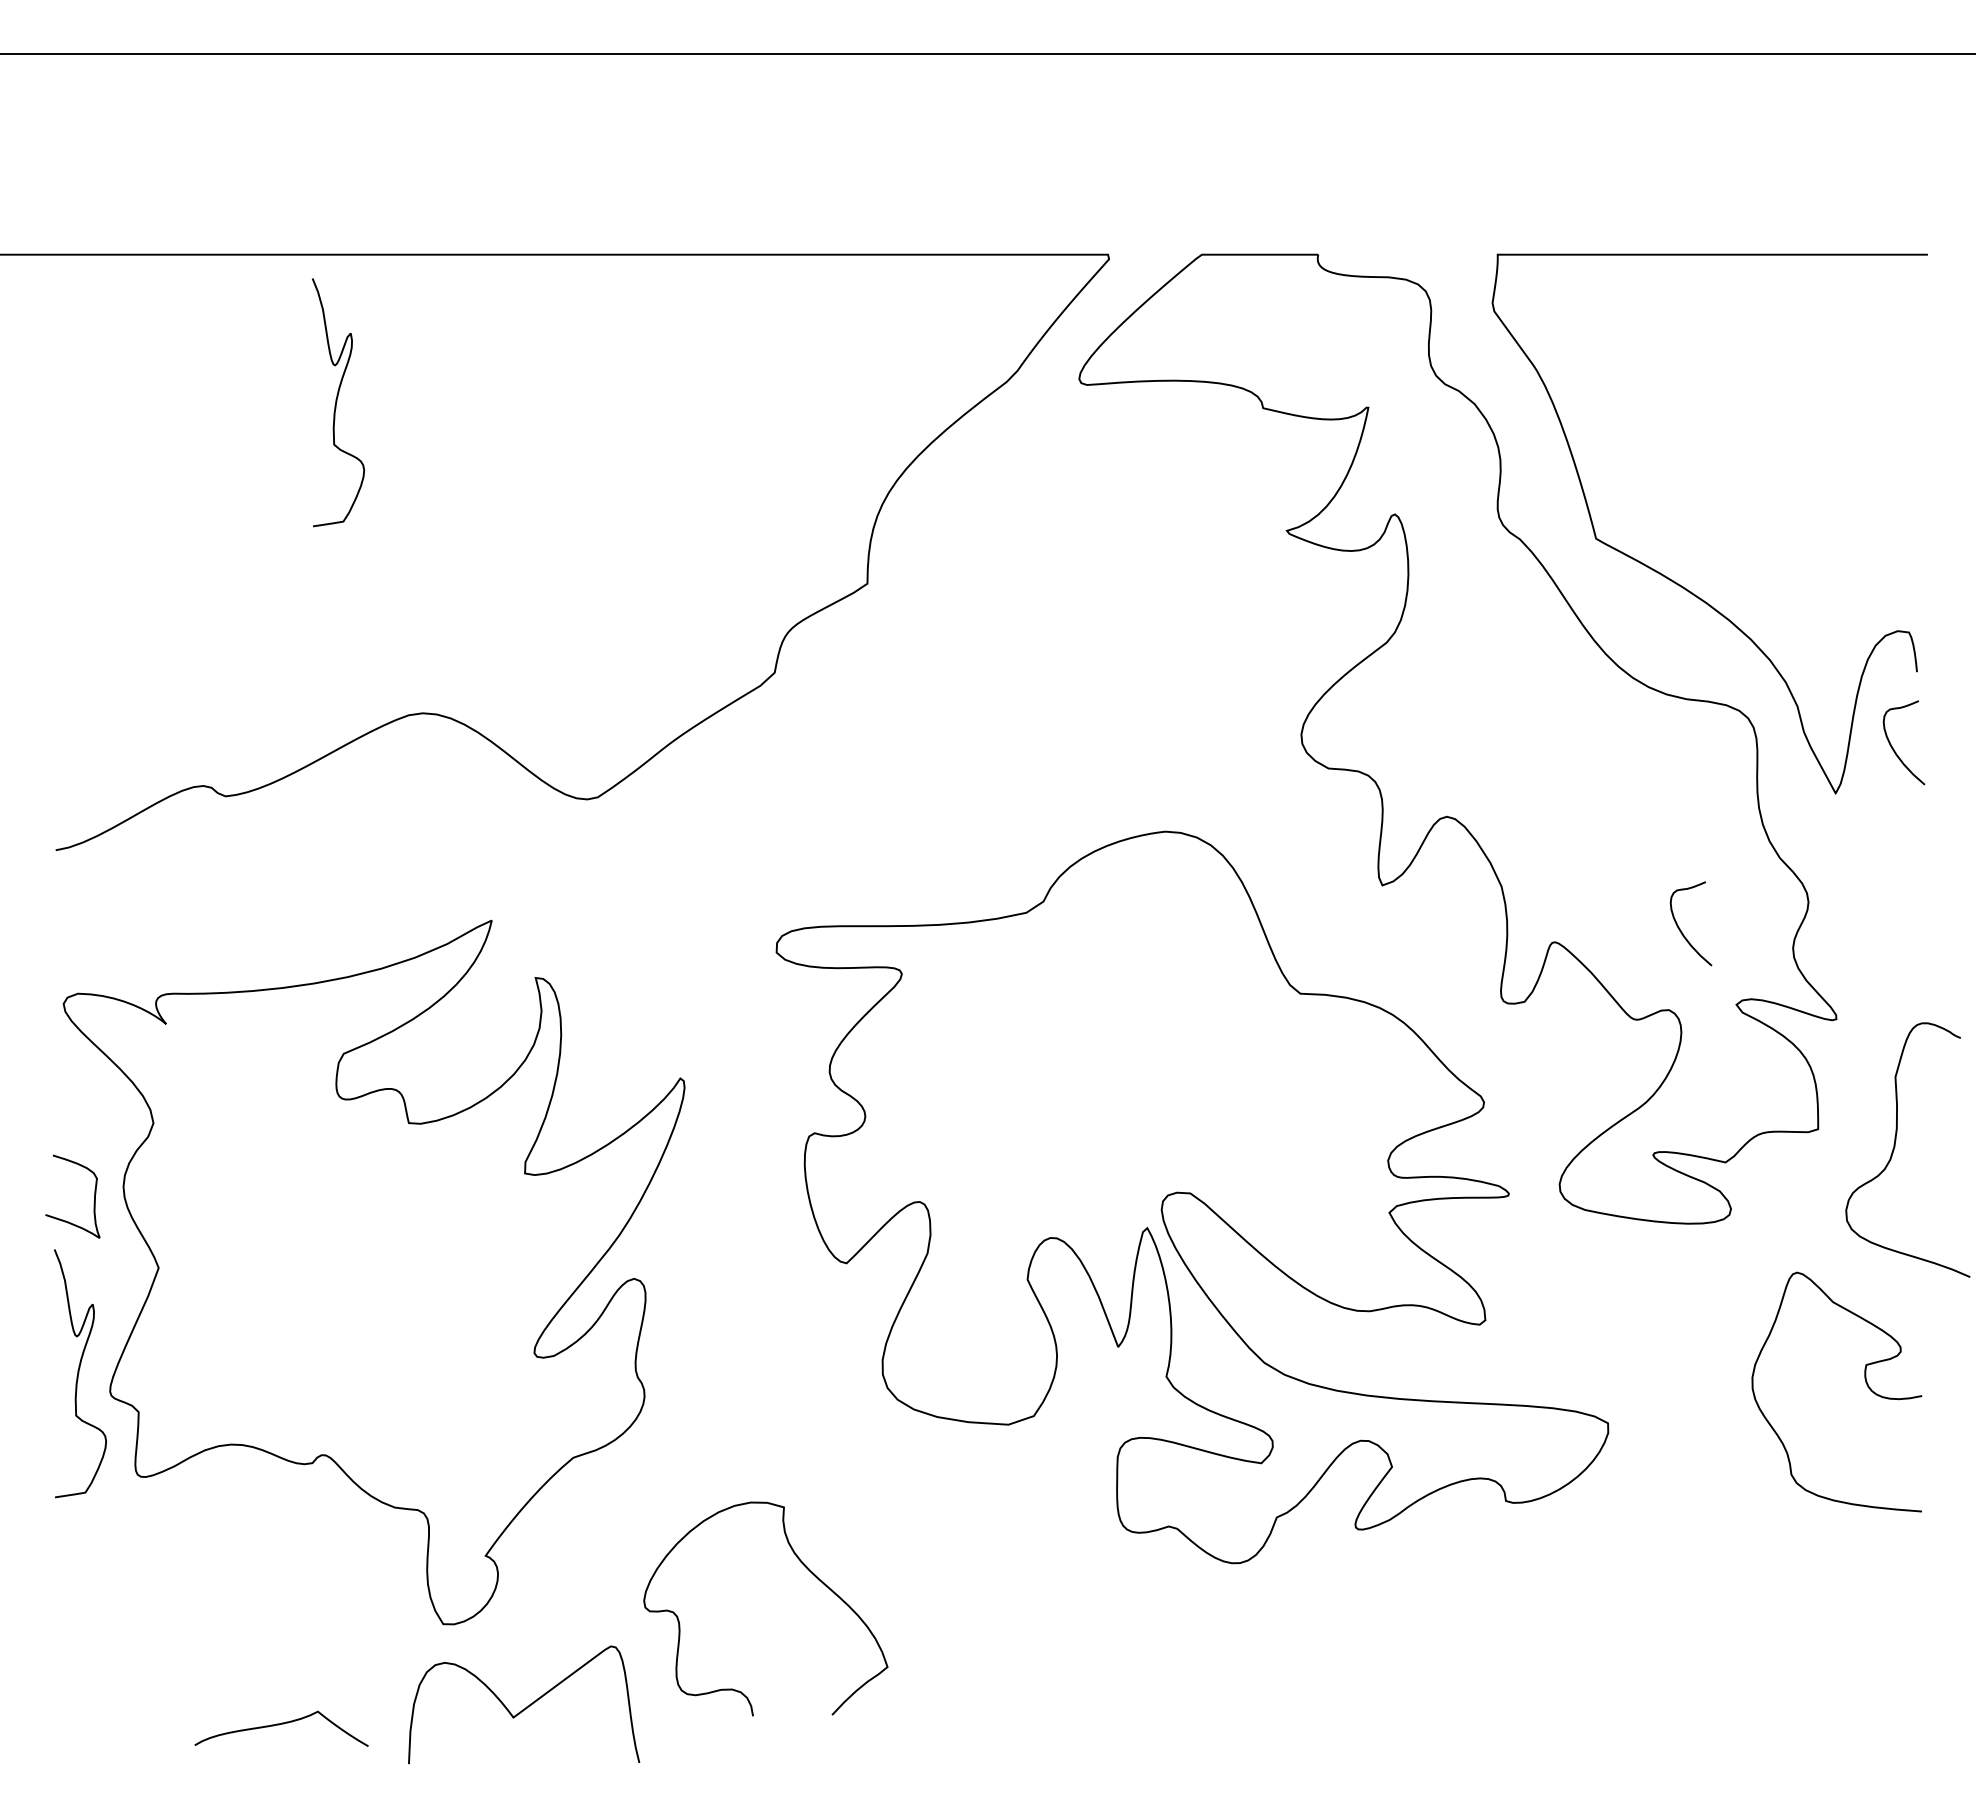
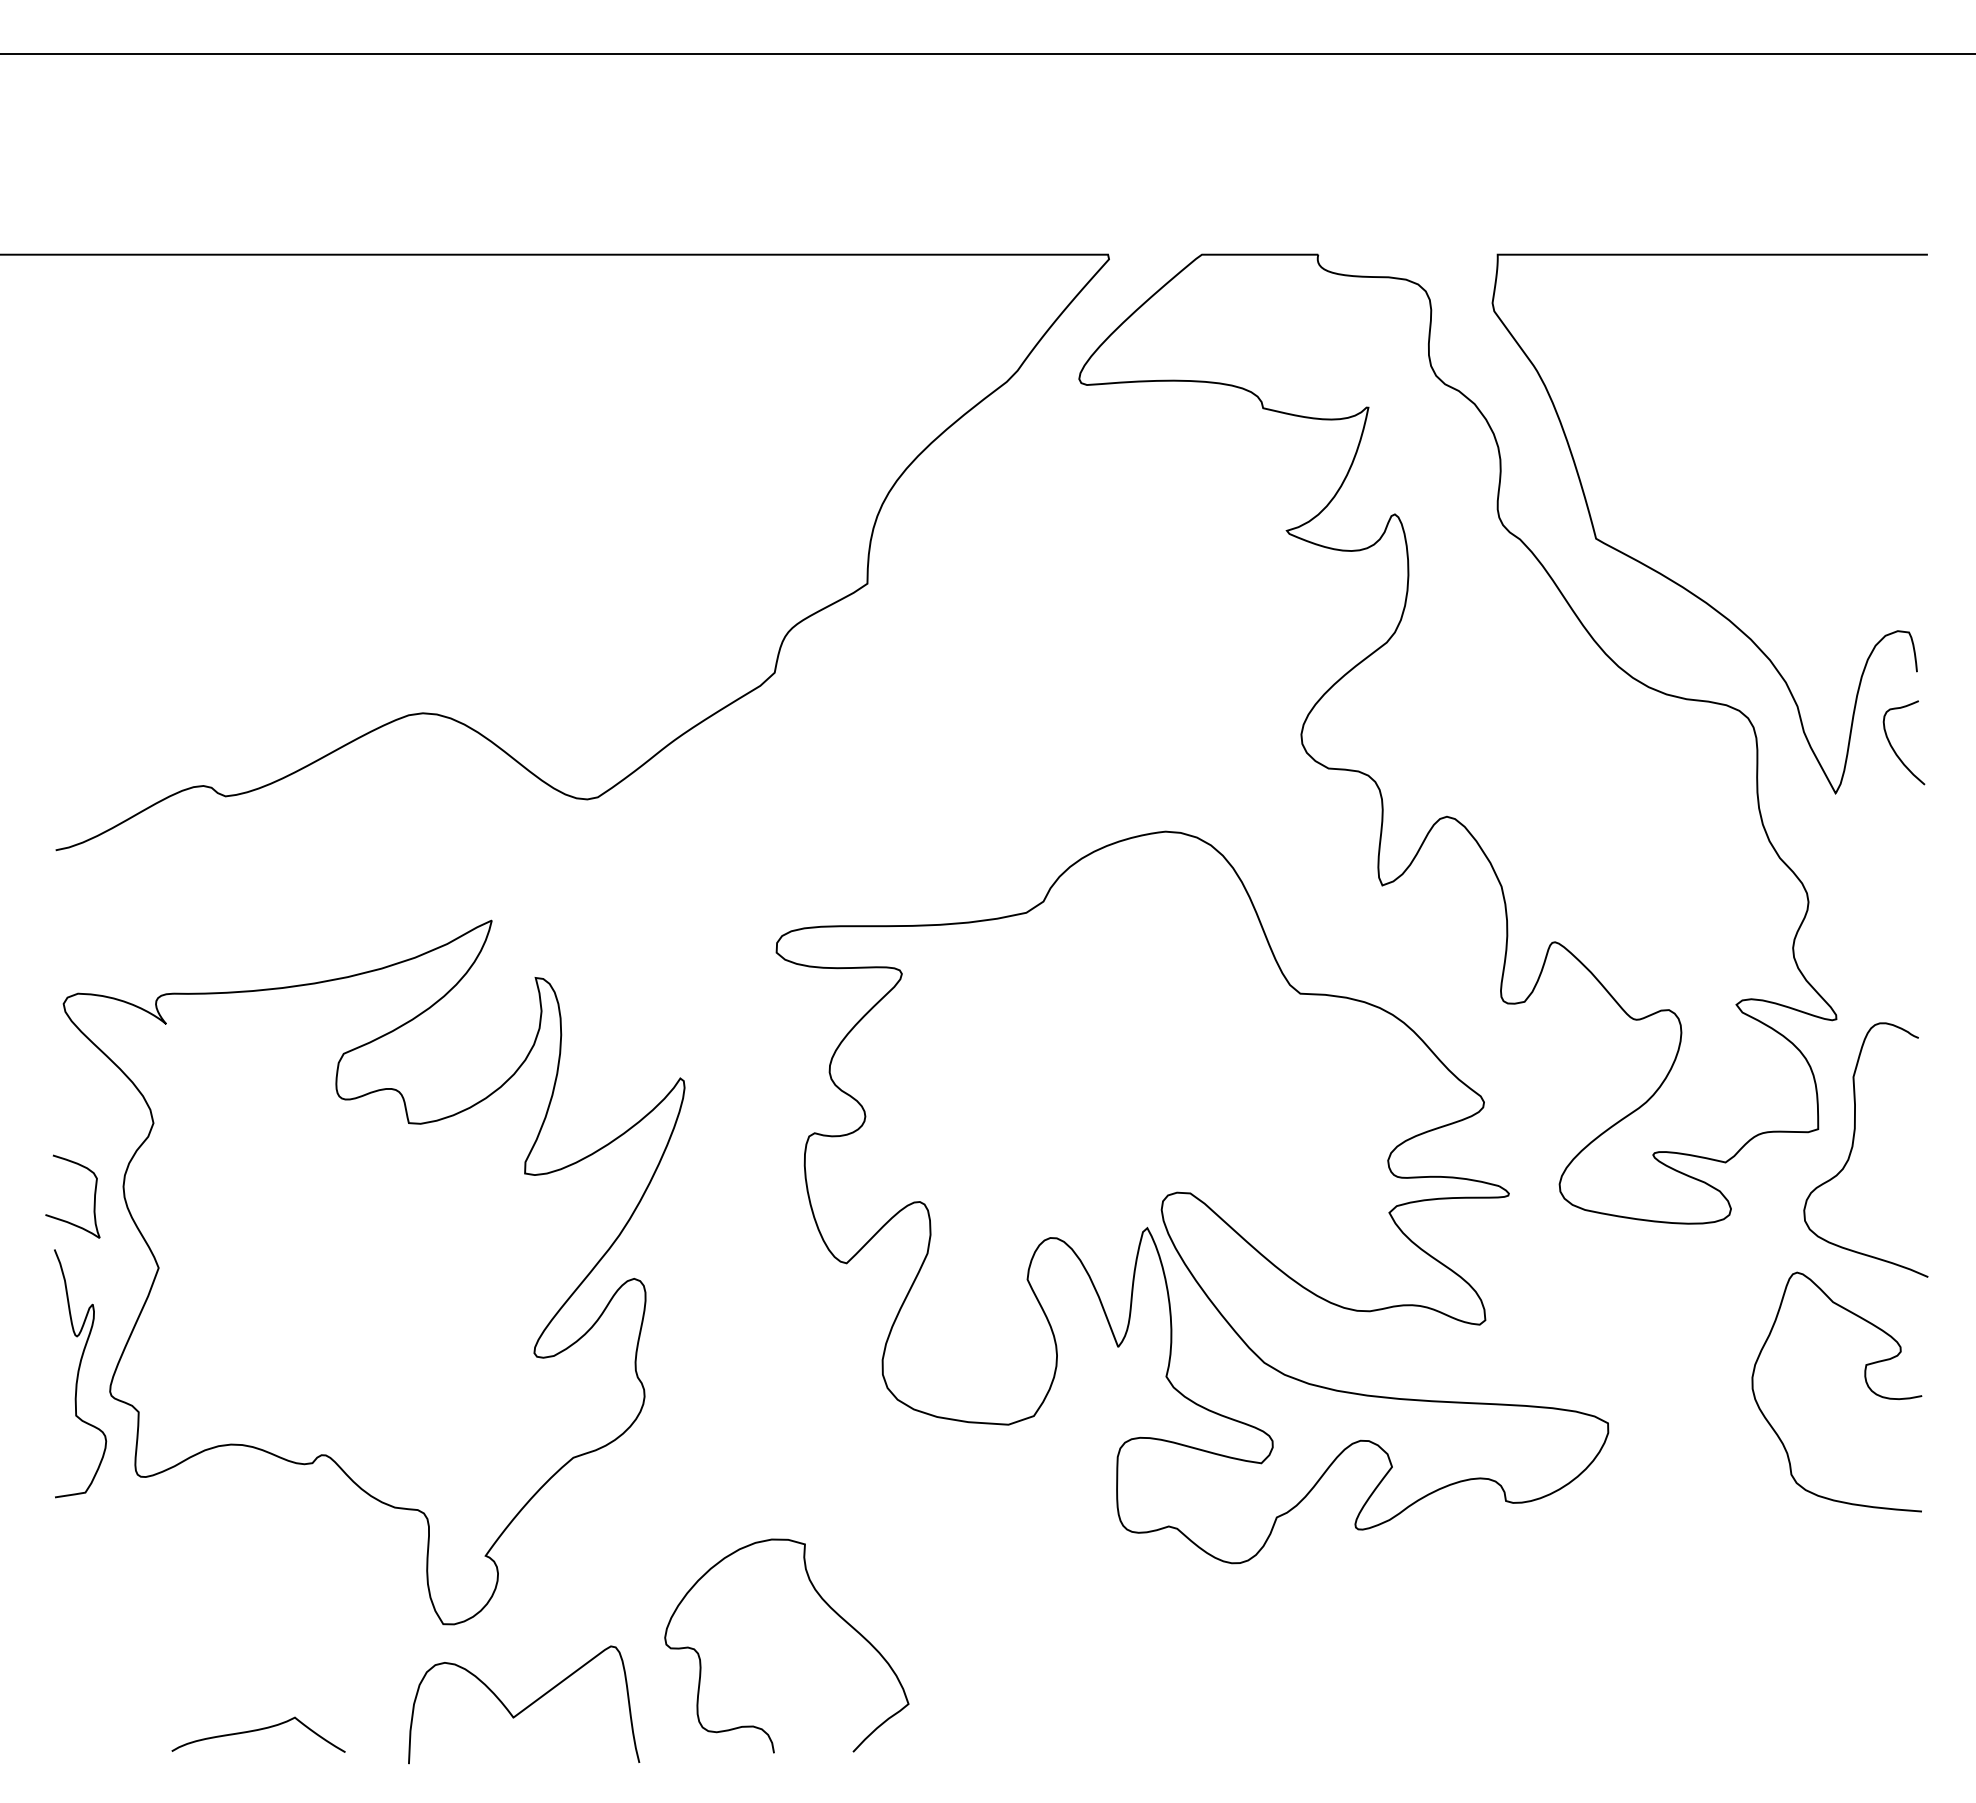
curve at (337, 402): present -> none
curve at (1680, 928): present -> none
curve at (1895, 1147) position: (1895, 1147) -> (1853, 1147)
curve at (805, 1567) position: (805, 1567) -> (826, 1604)
curve at (279, 1725) position: (279, 1725) -> (256, 1731)
